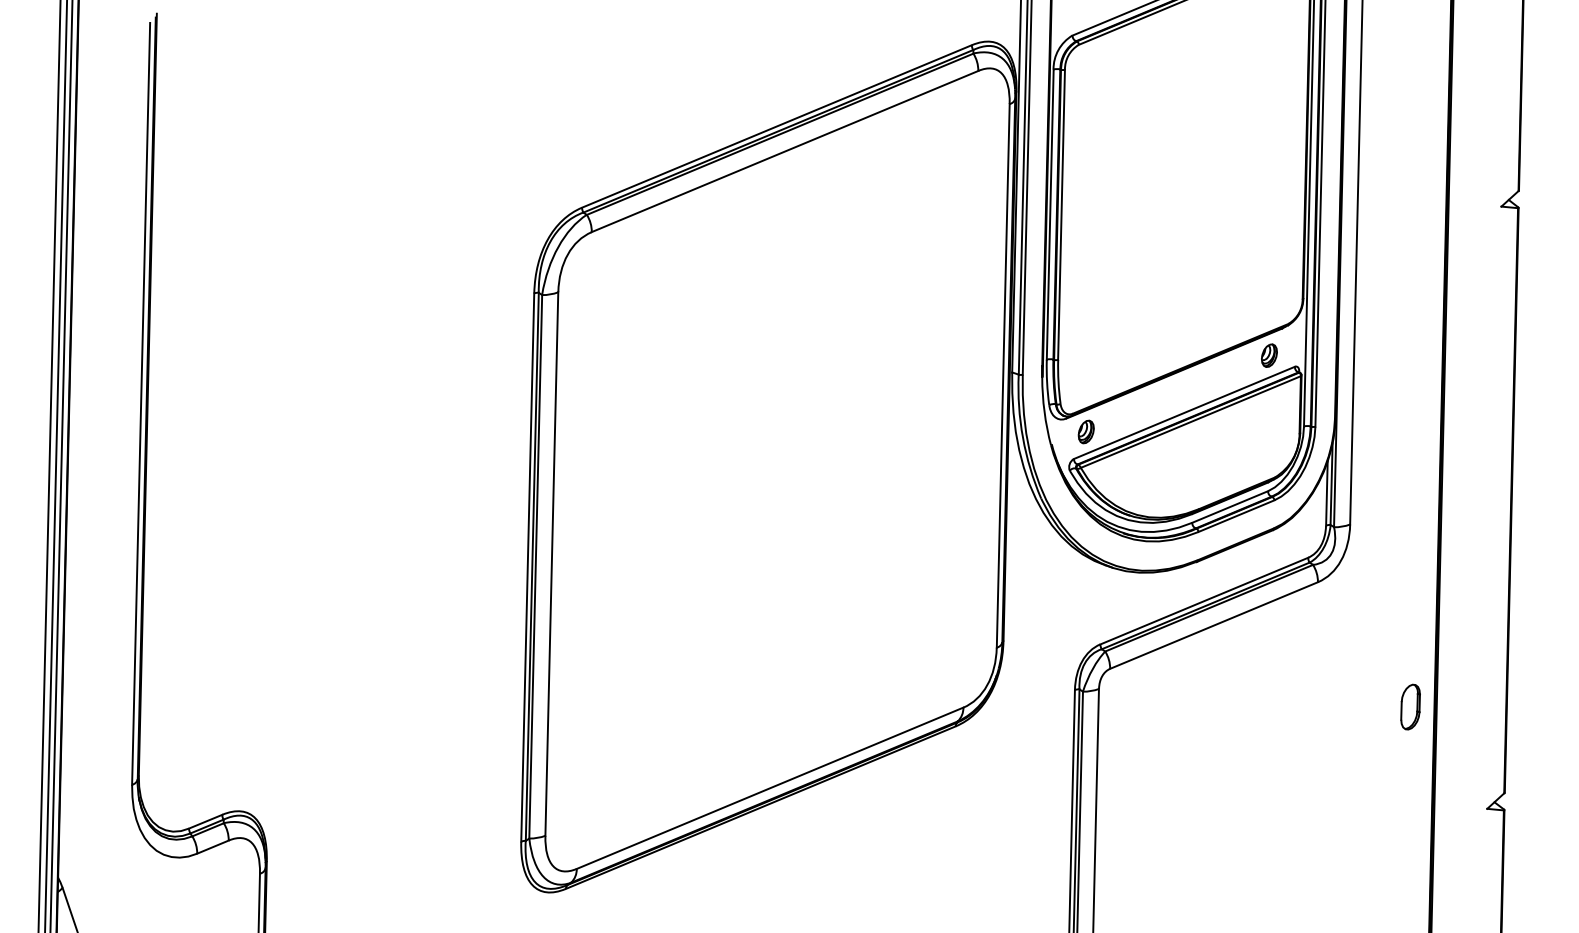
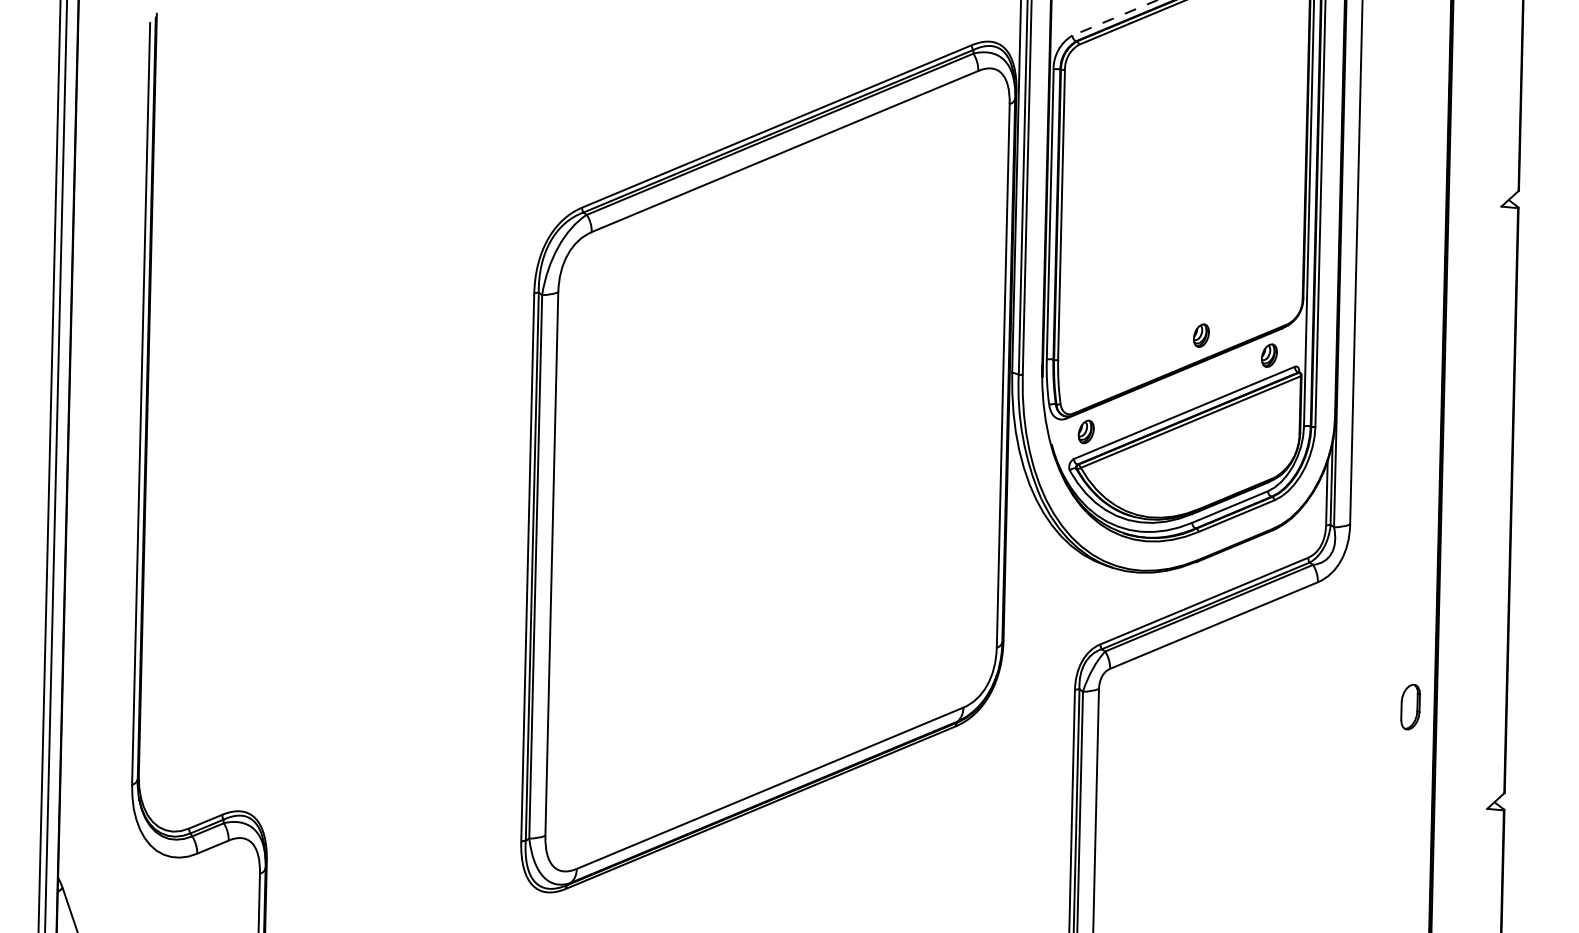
line at (1114, 17): solid -> dashed
part at (1201, 335): none -> present
line at (61, 465): present -> none
